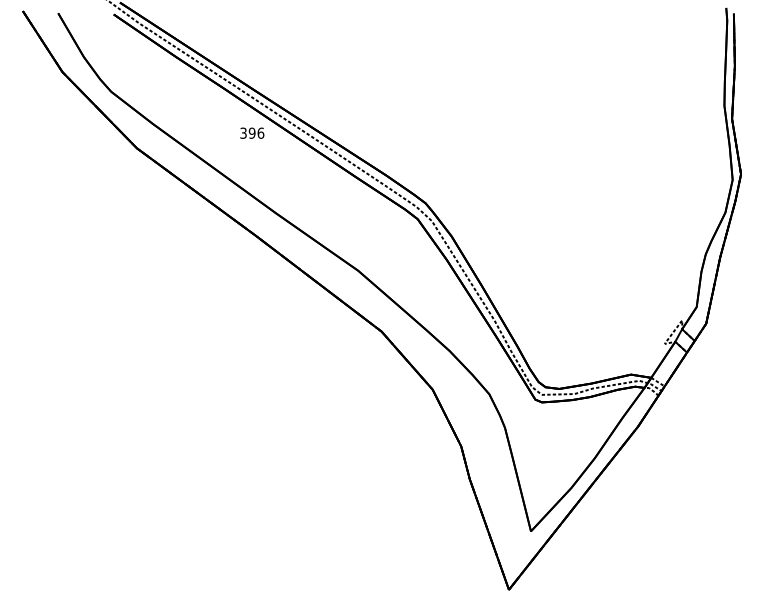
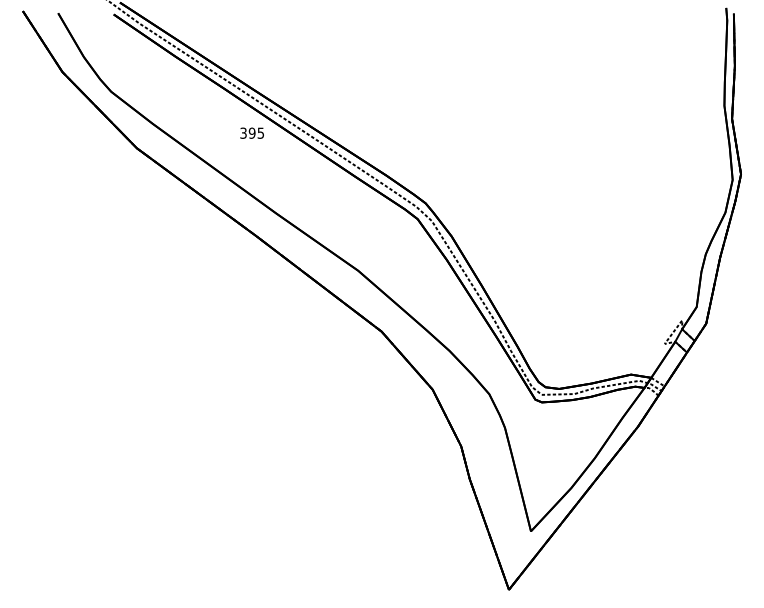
text at (260, 132): 396 -> 395
